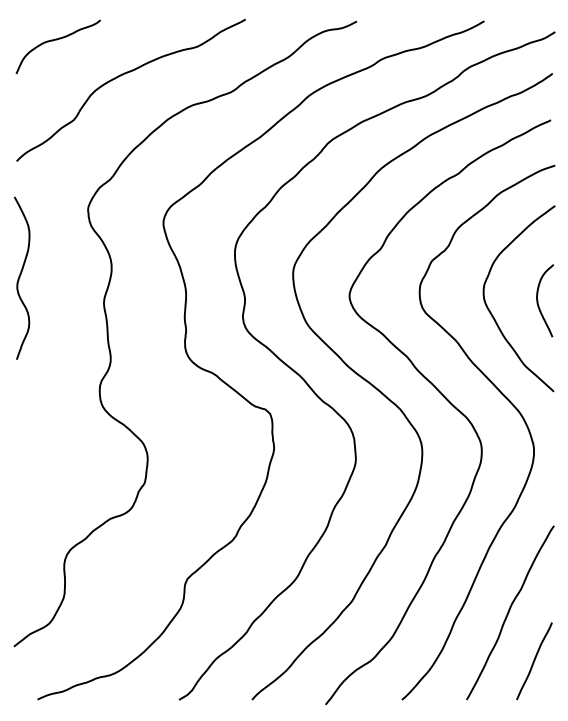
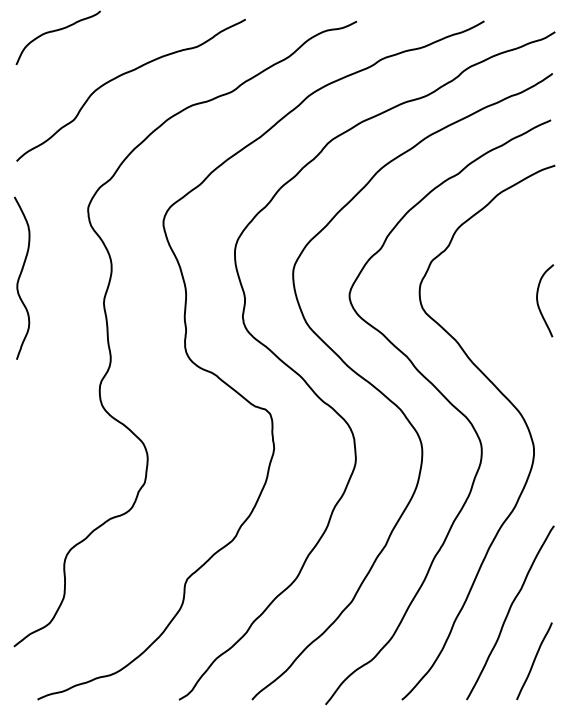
curve at (57, 40) position: (57, 40) -> (57, 31)
curve at (493, 315): present -> none
